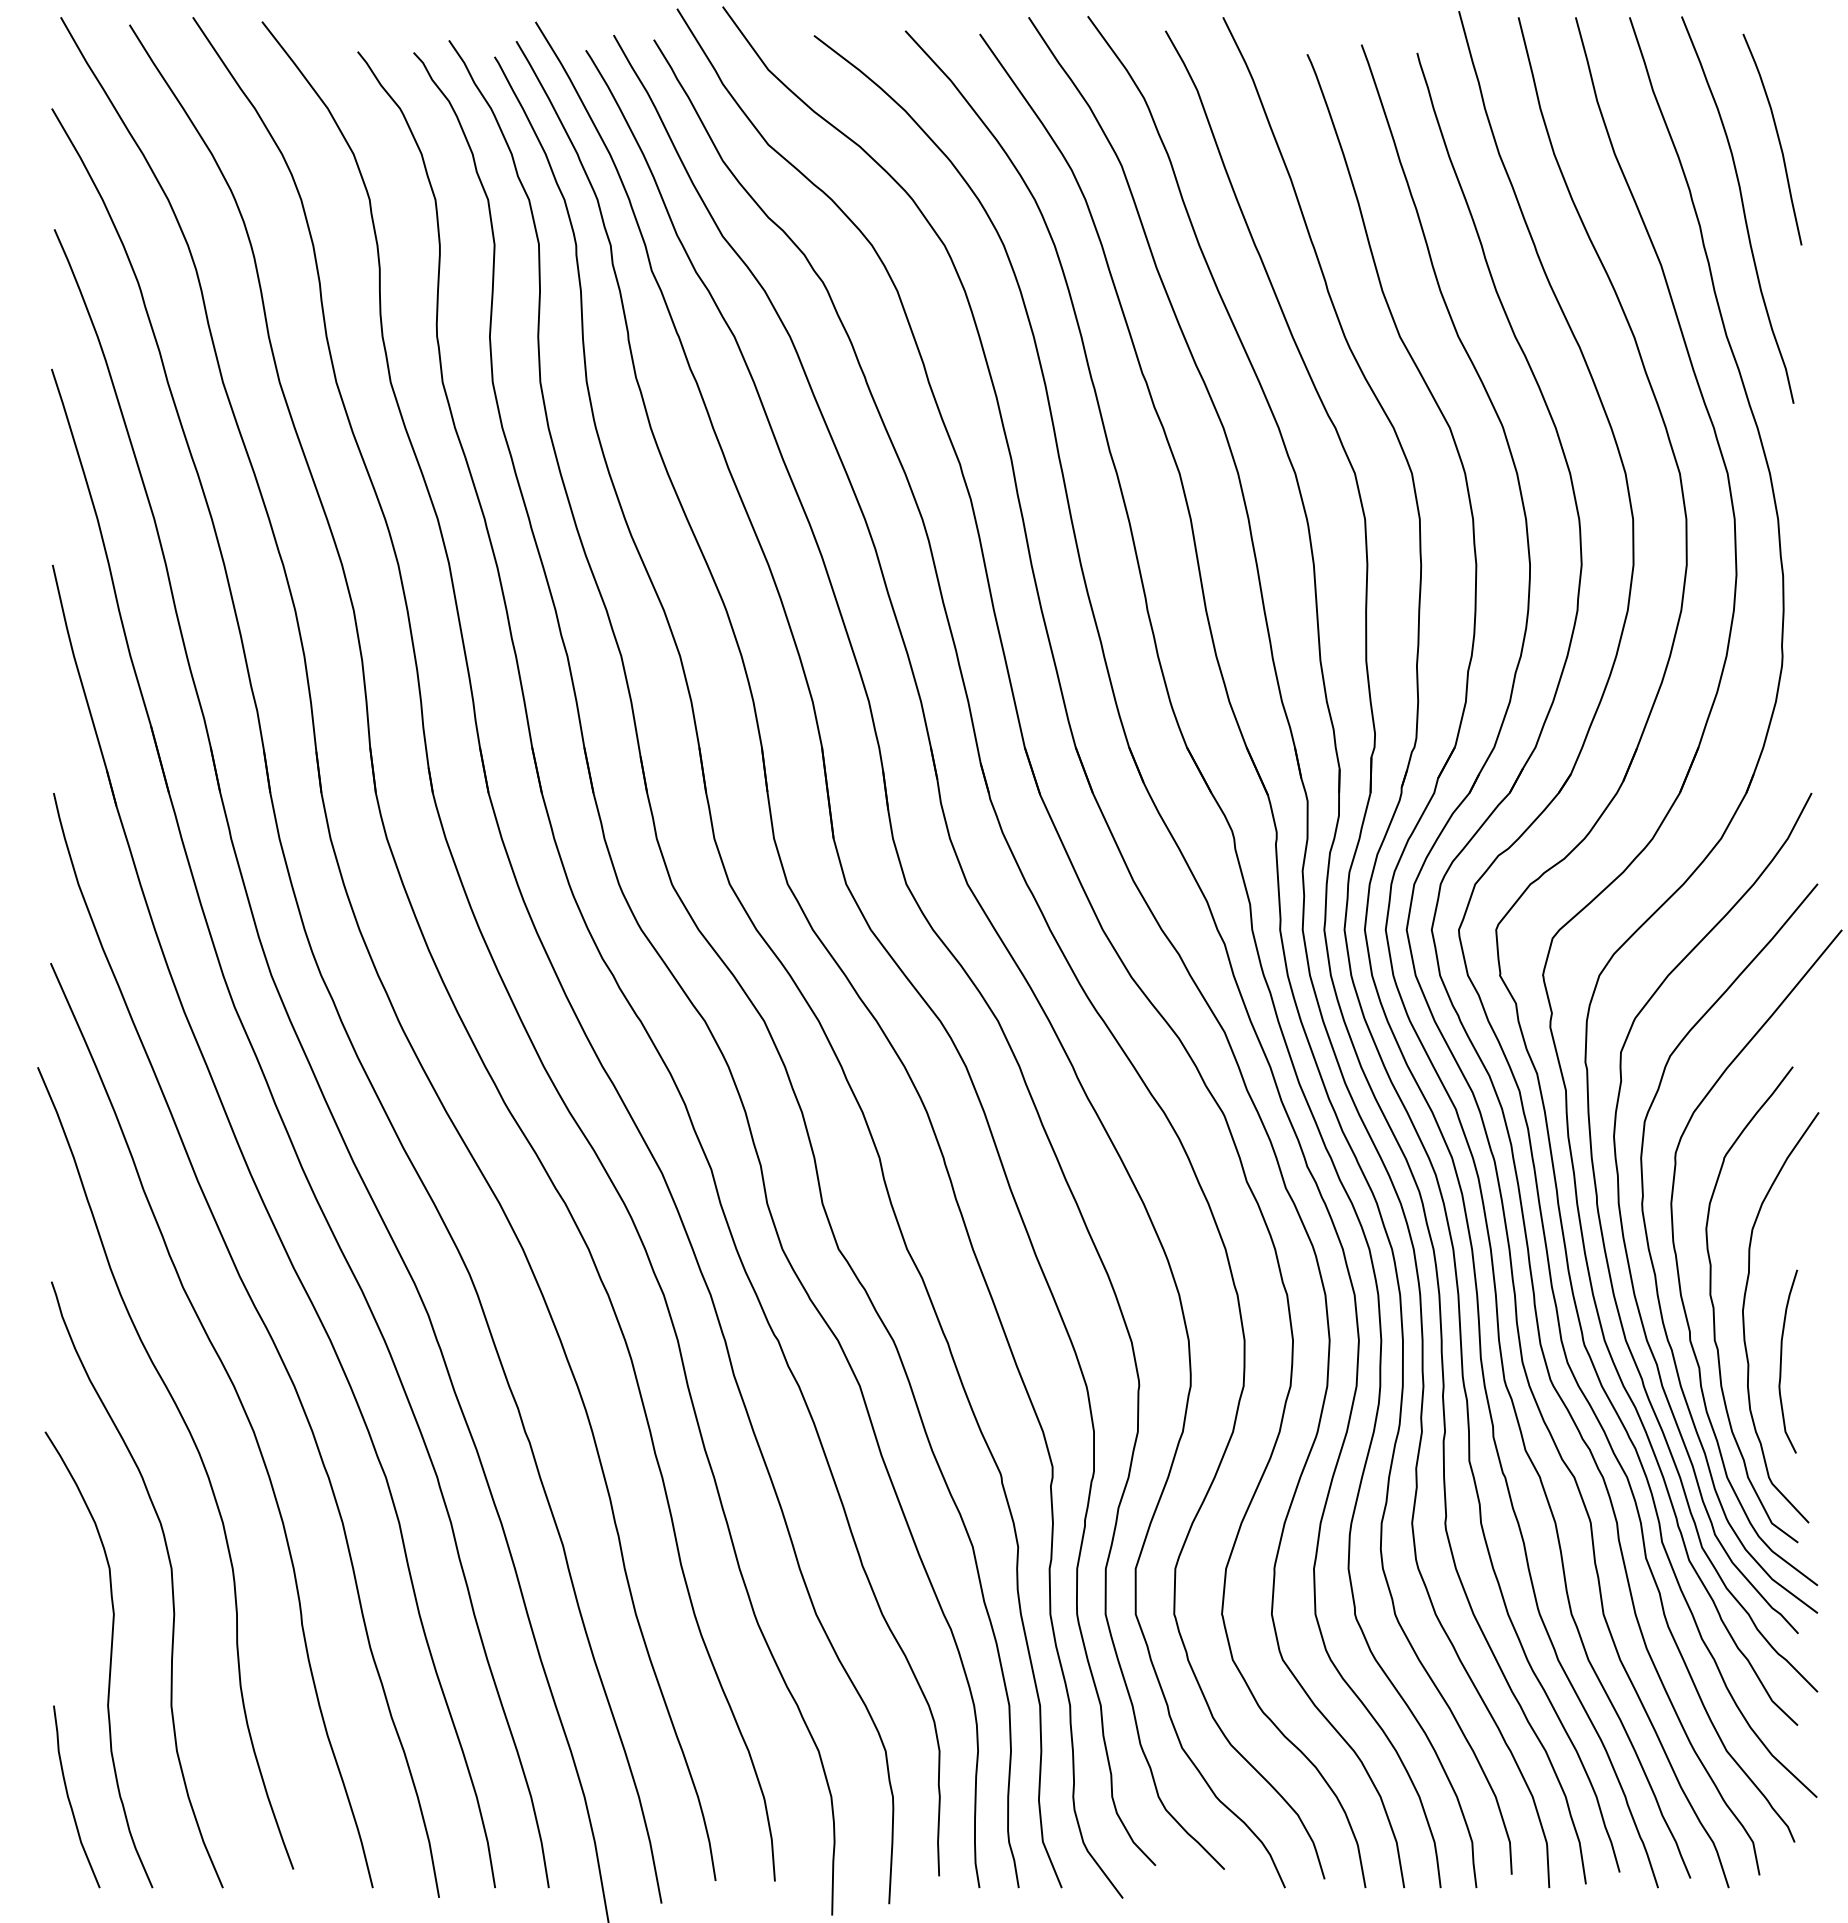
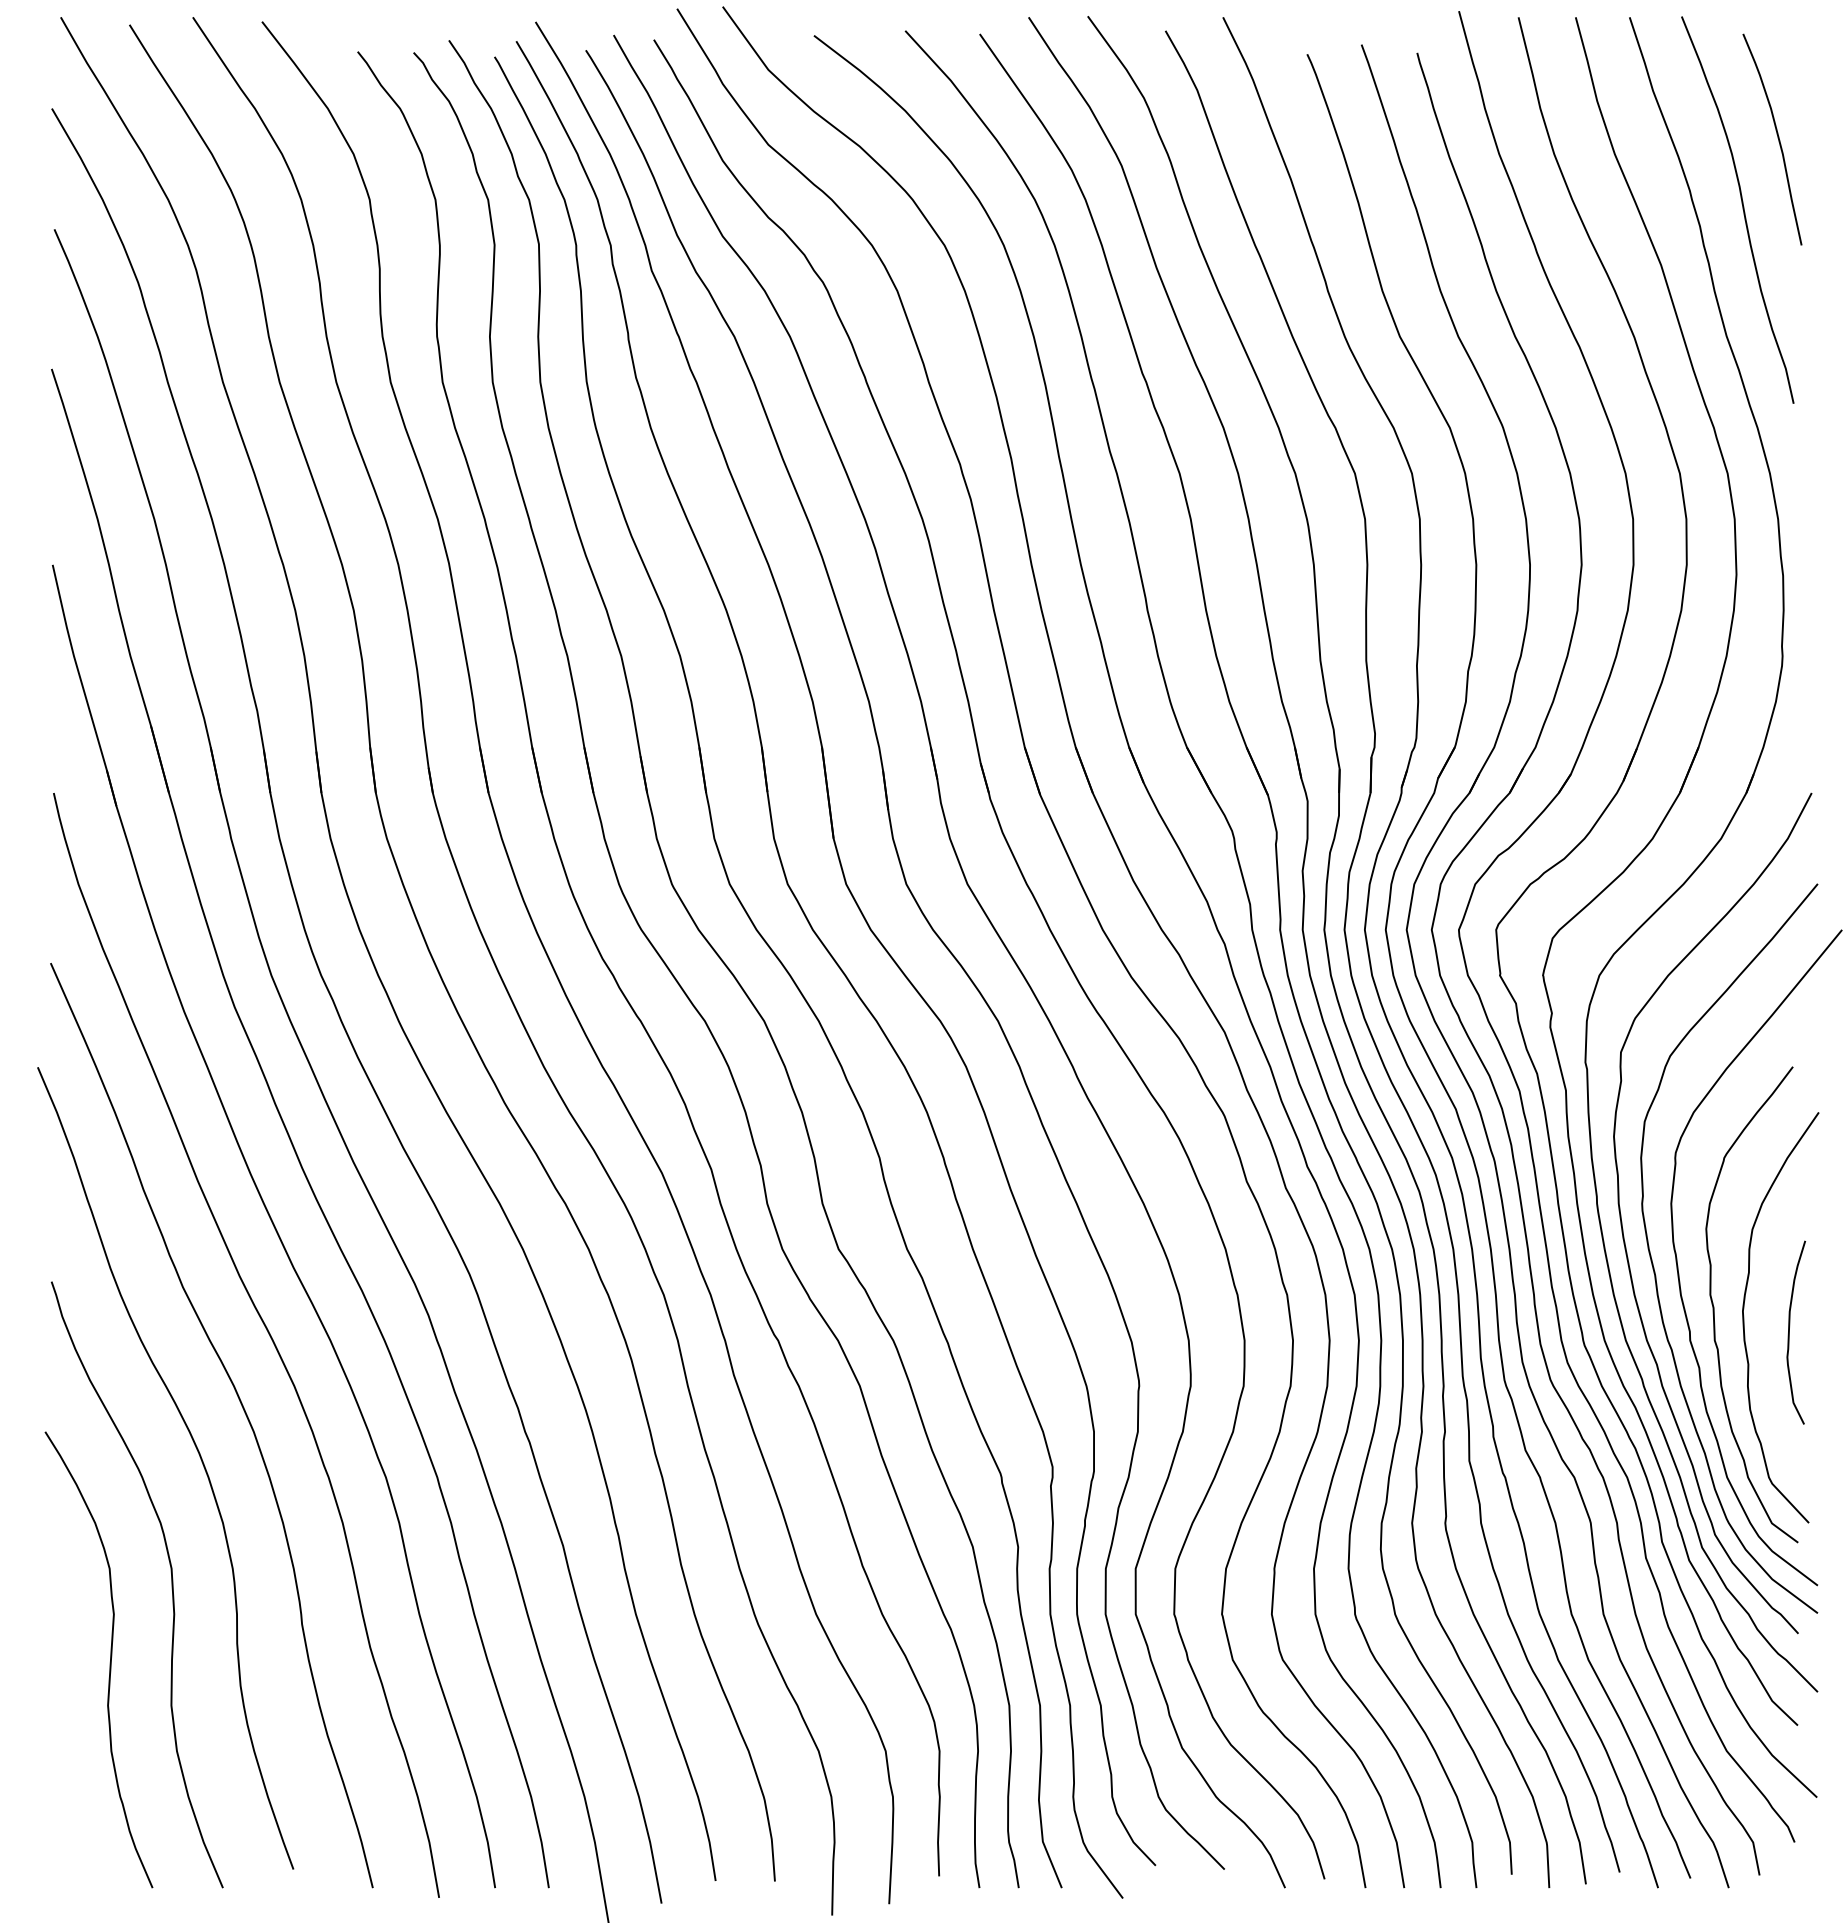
curve at (1781, 1361) position: (1781, 1361) -> (1789, 1332)
curve at (69, 1797): present -> none
